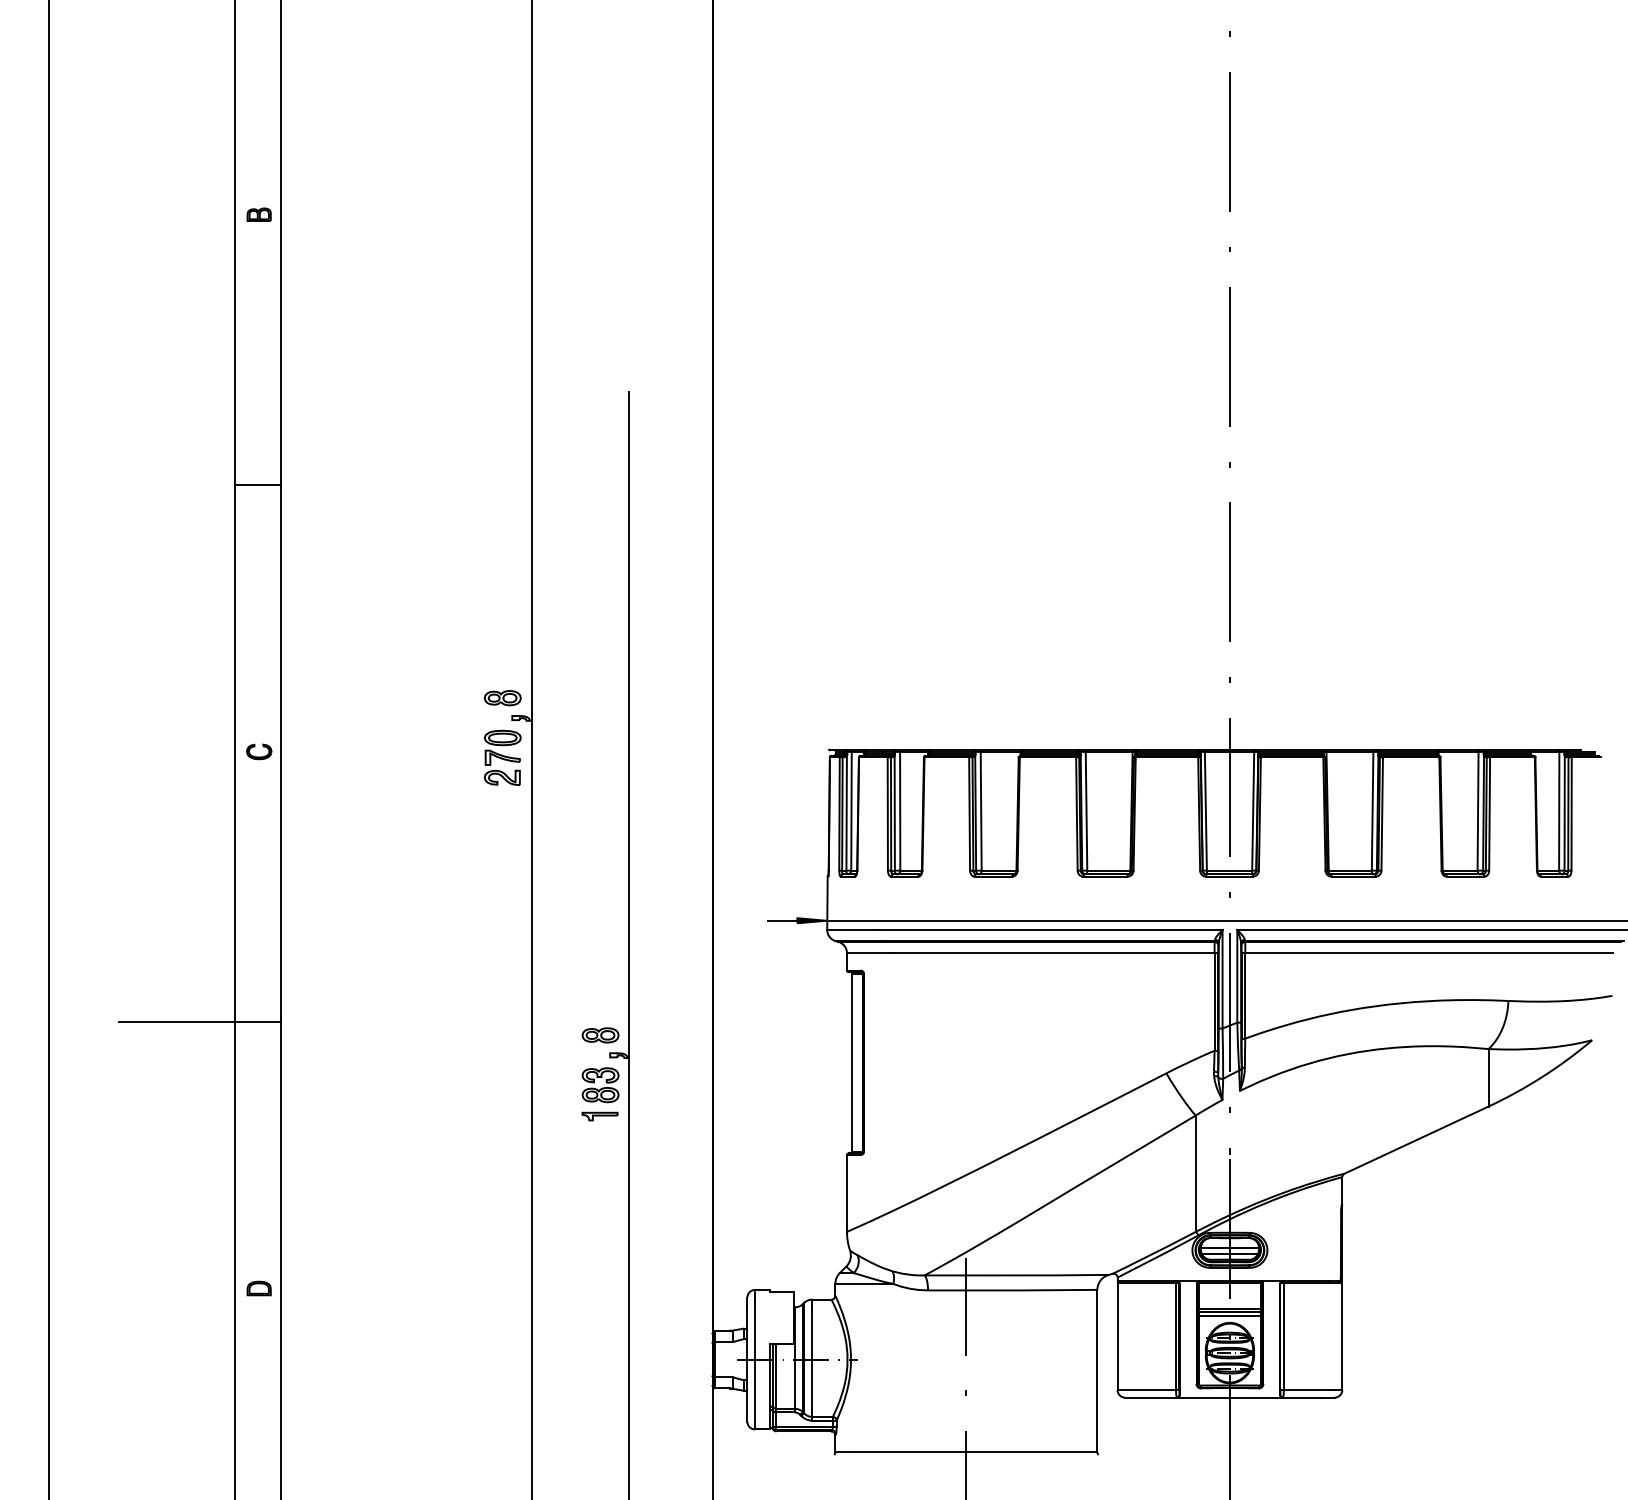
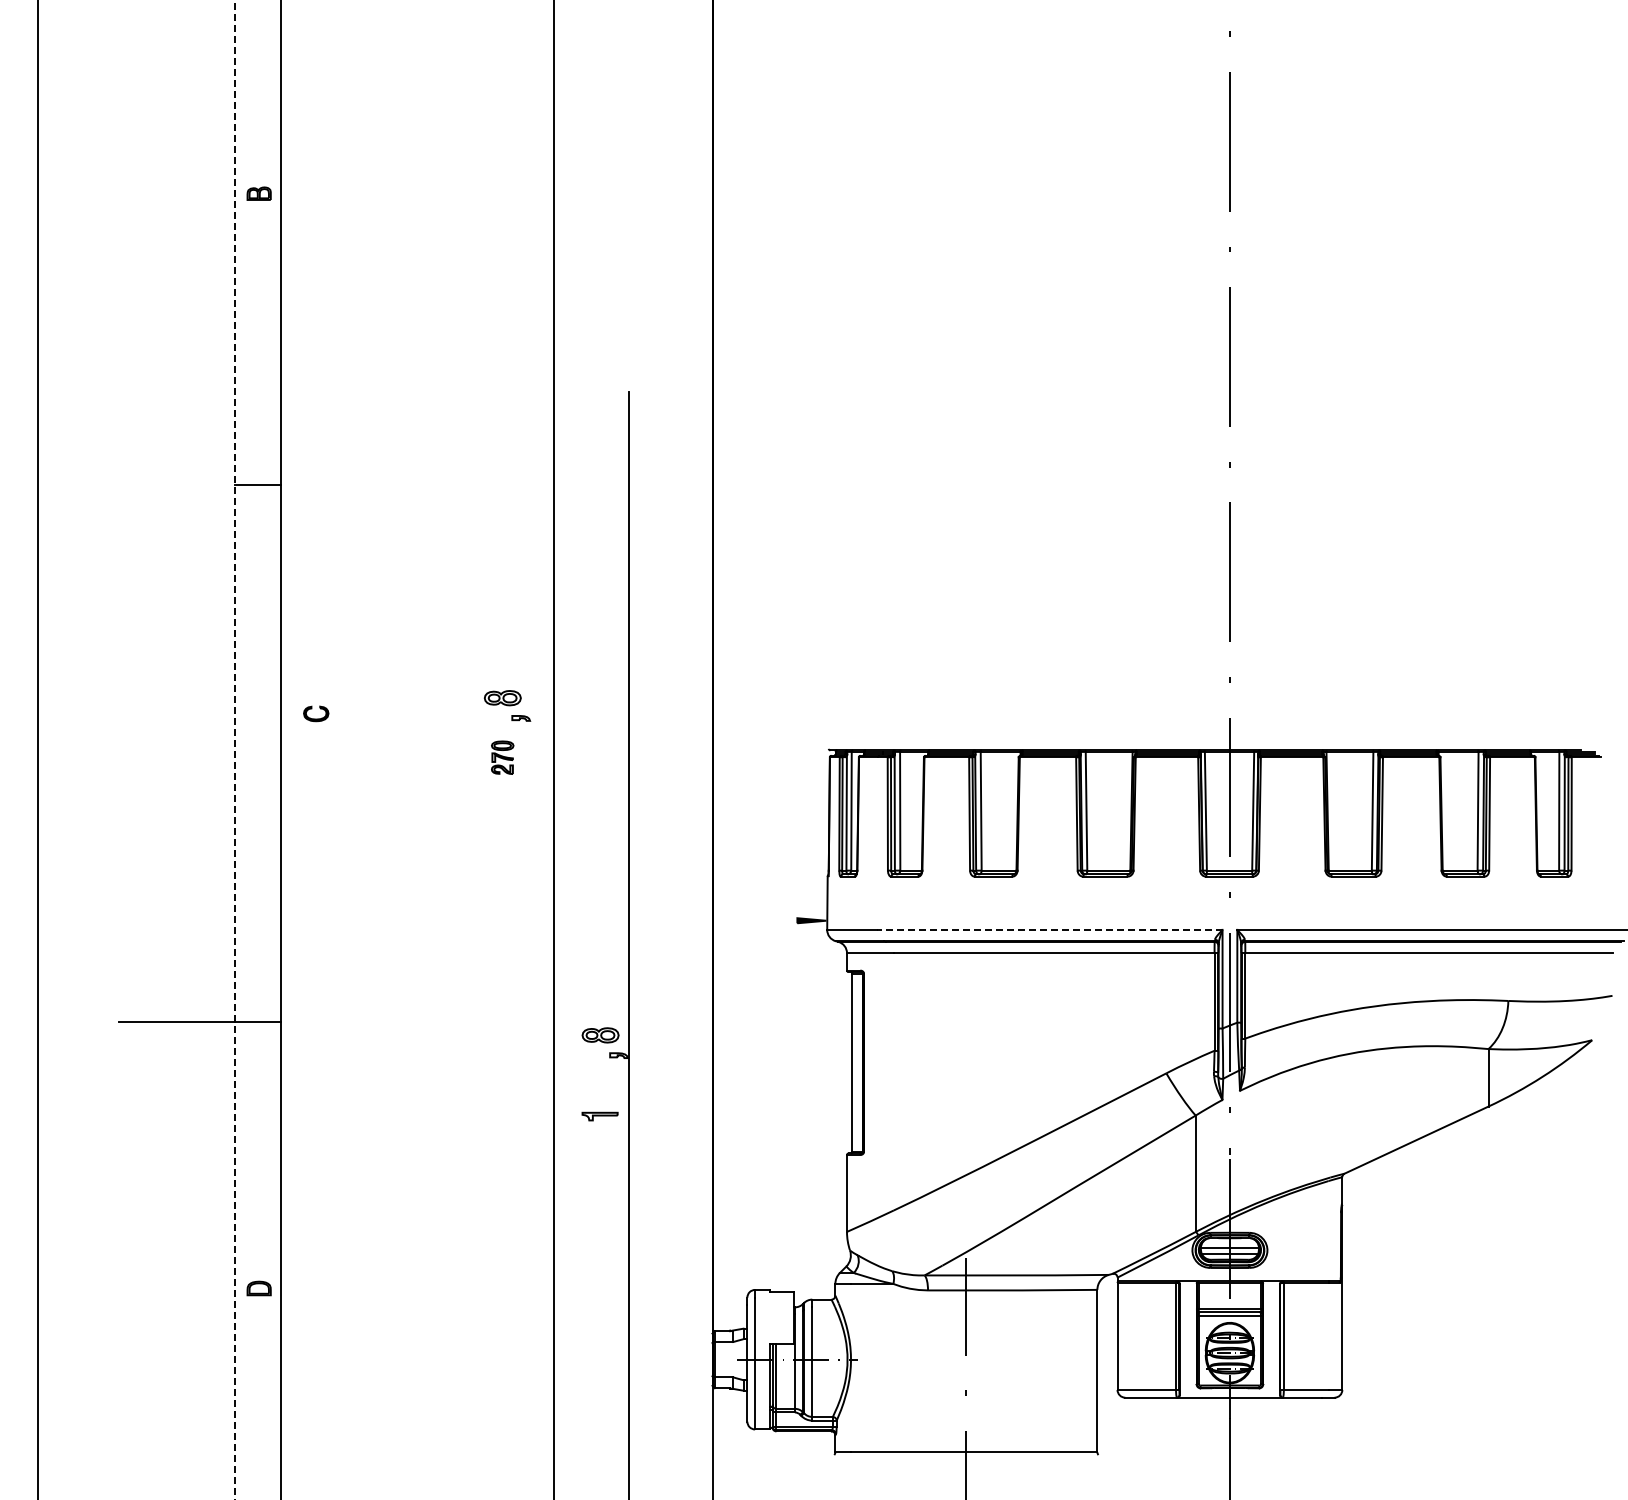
part at (258, 214) position: (258, 214) -> (258, 193)
line at (48, 749) position: (48, 749) -> (37, 749)
line at (531, 749) position: (531, 749) -> (553, 749)
line at (234, 750): solid -> dashed
part at (259, 751) position: (259, 751) -> (316, 713)
part at (502, 757) size: 39x57 px -> 24x35 px
line at (782, 920): present -> none
line at (1225, 920): present -> none
line at (1049, 929): solid -> dashed
part at (600, 1085): present -> none
